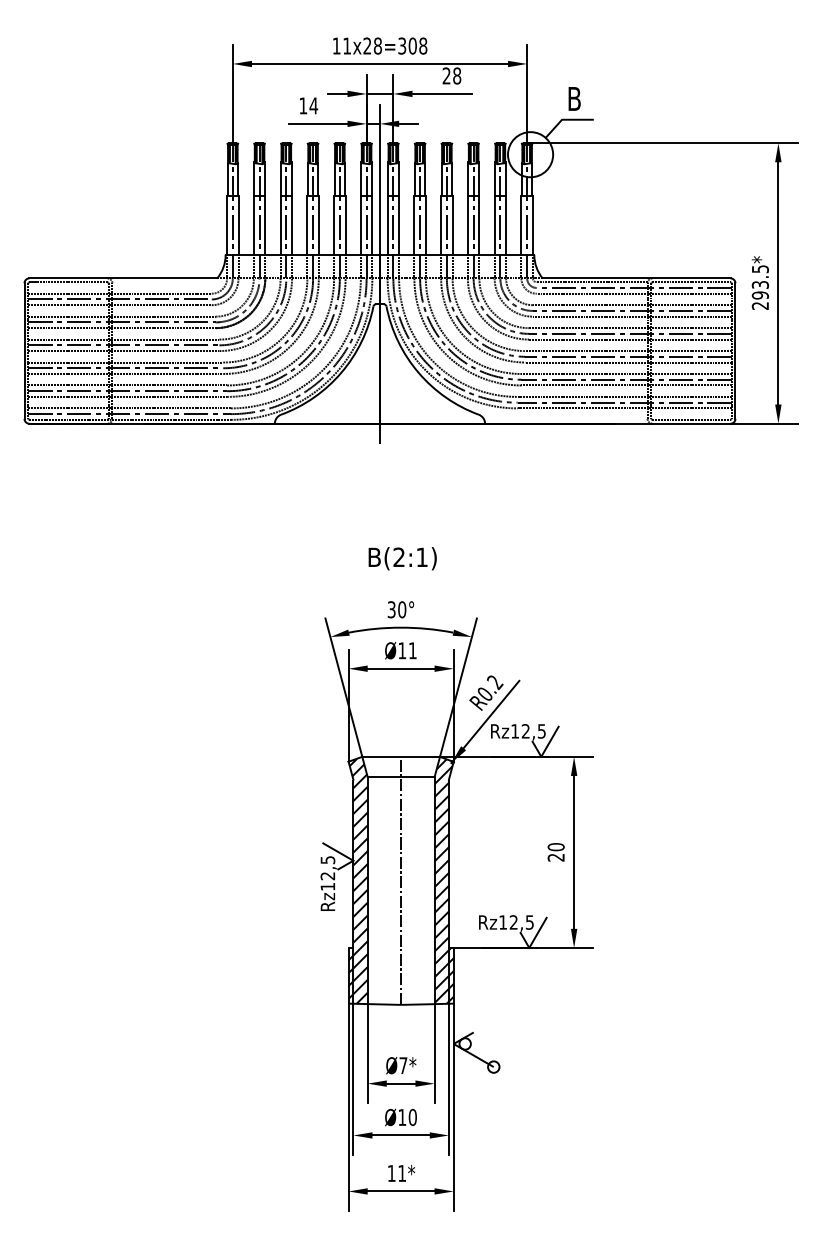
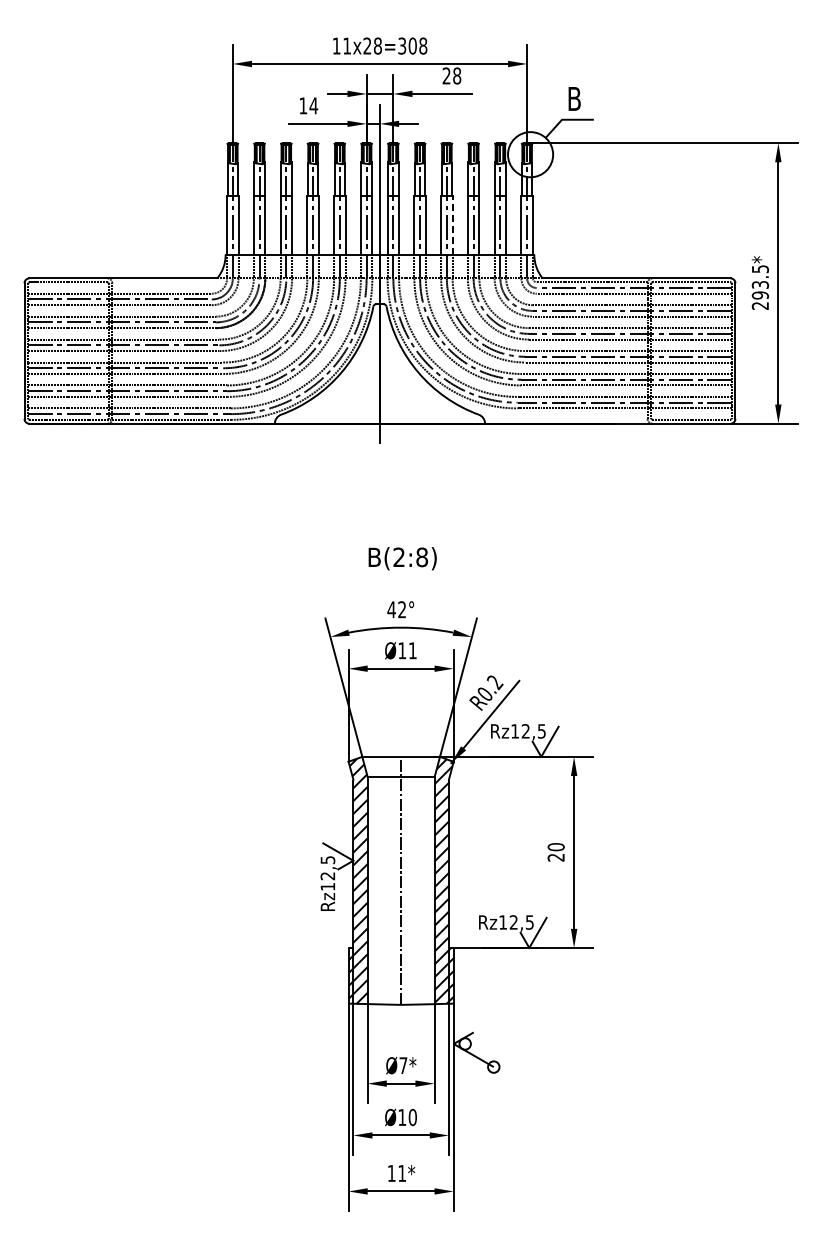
line at (452, 224): solid -> dashed
text at (422, 557): B(2:1) -> B(2:8)
text at (396, 609): 30° -> 42°
